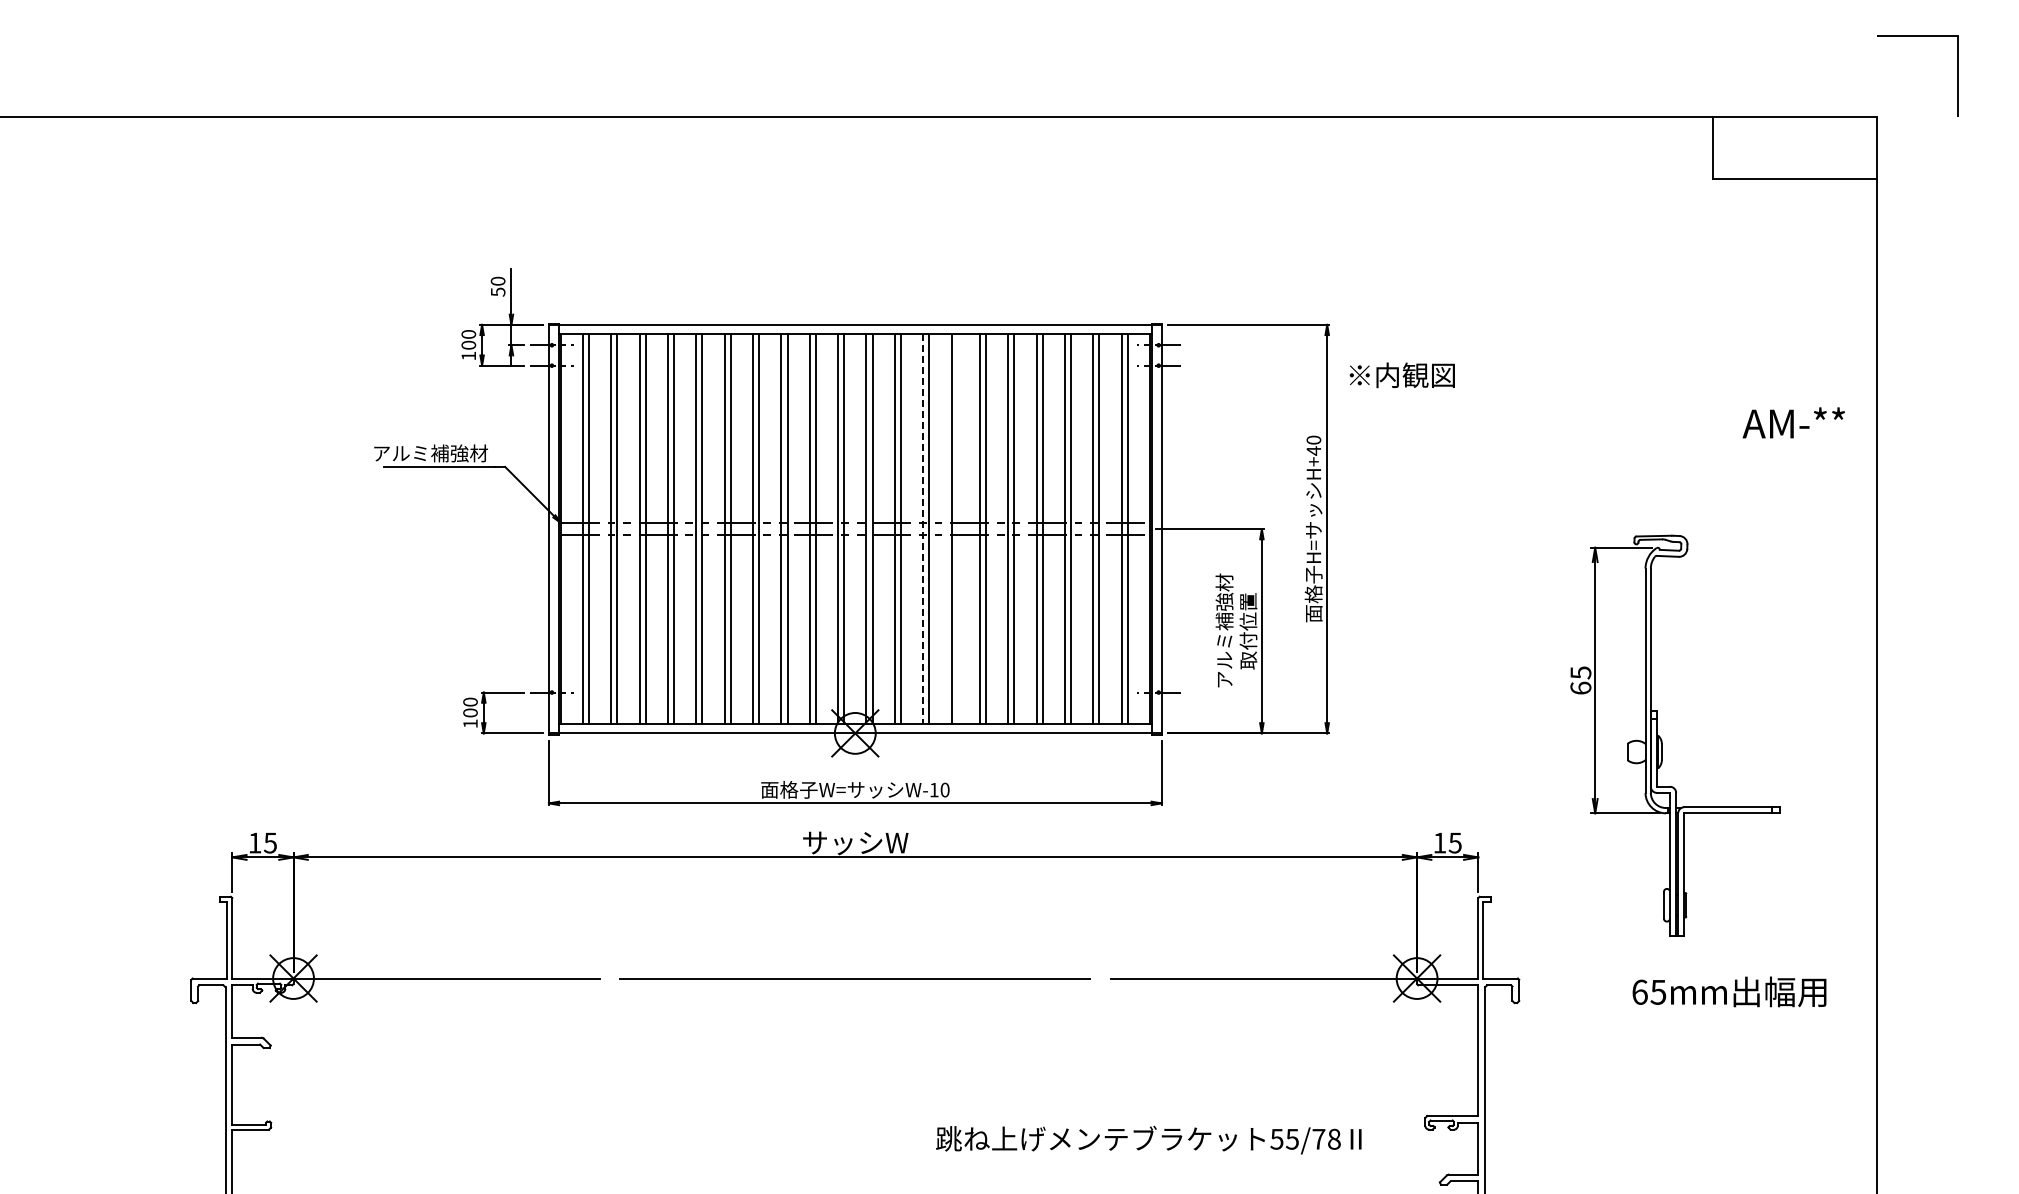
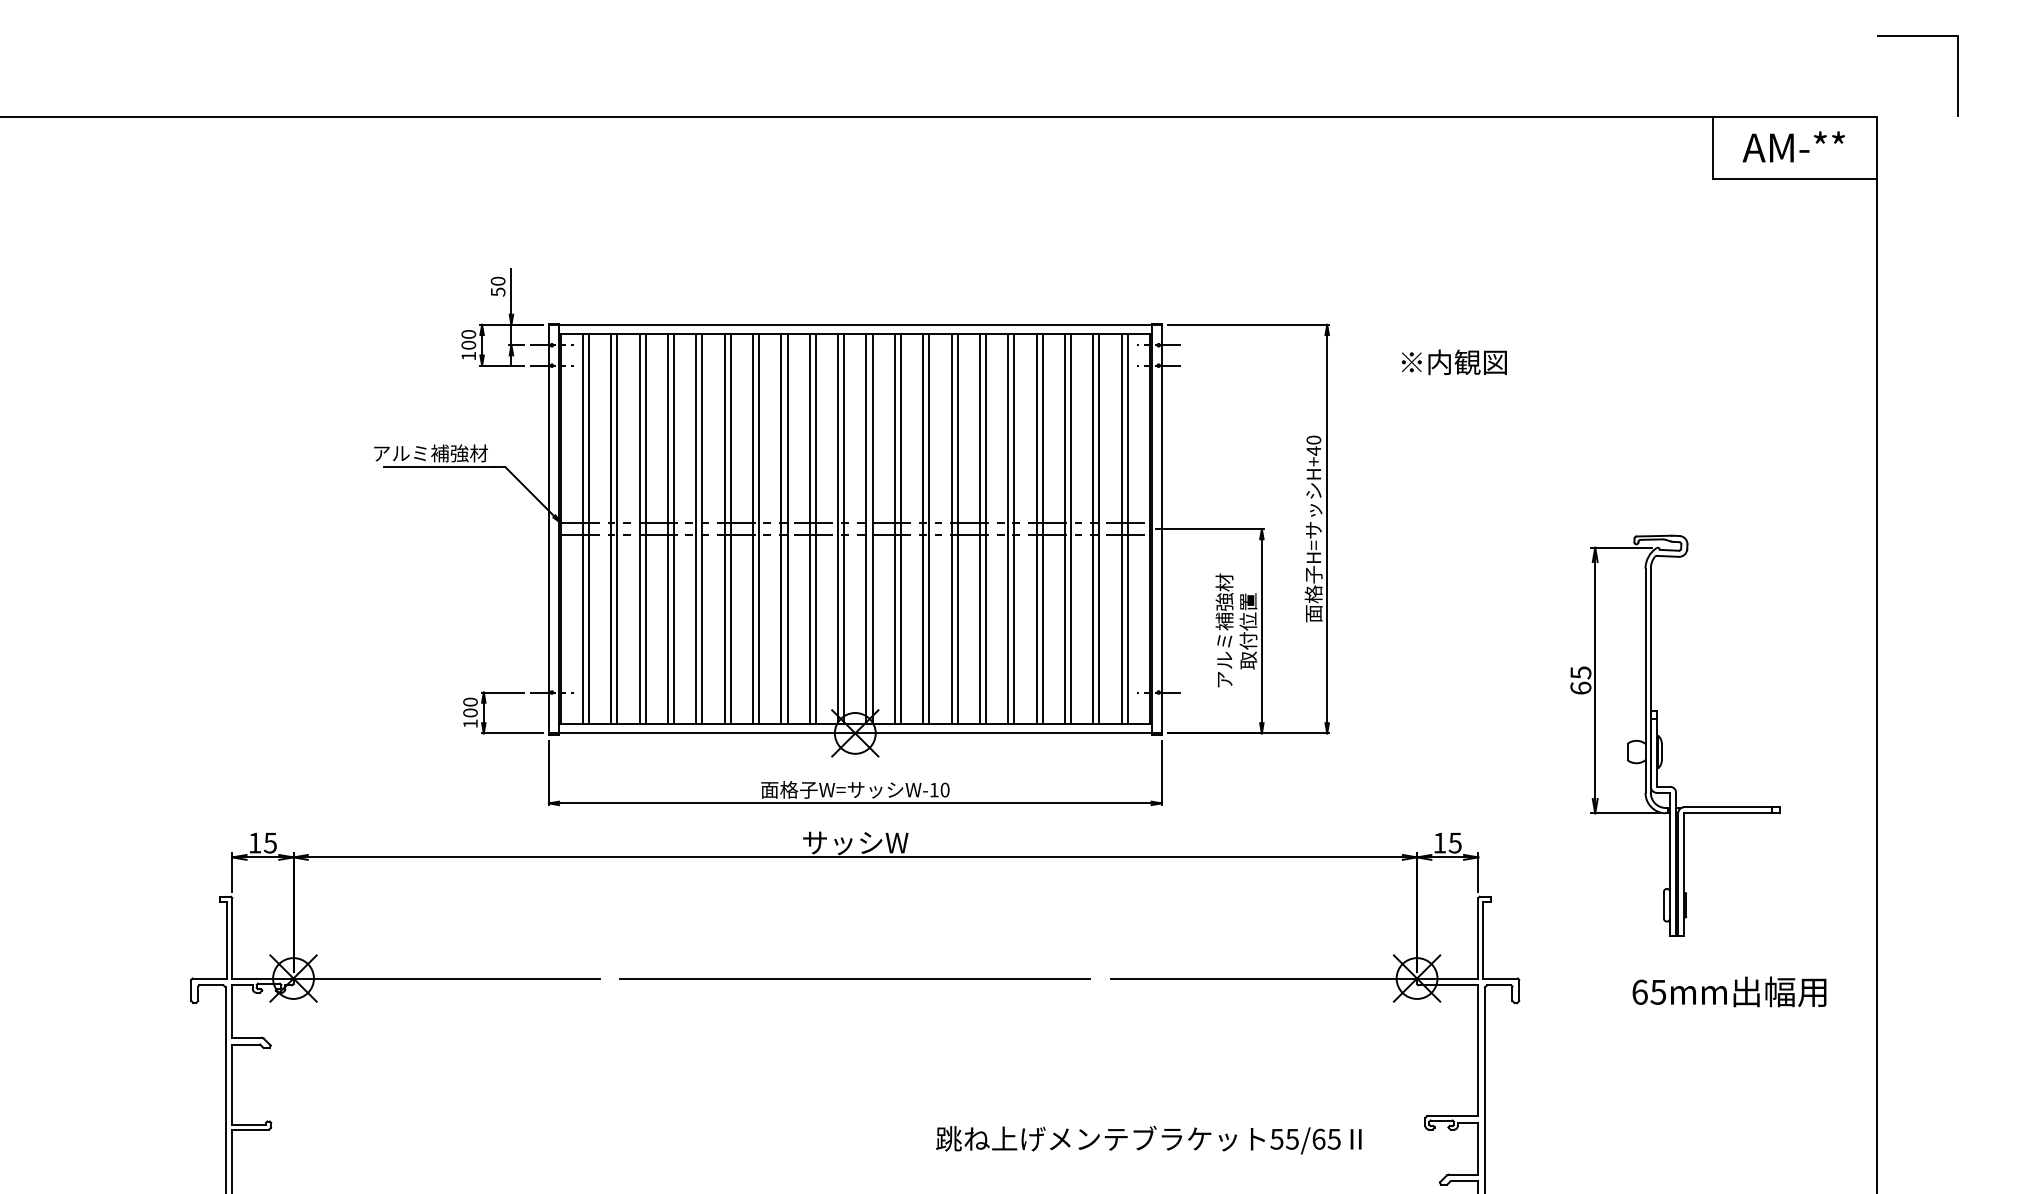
text at (1401, 375) position: (1401, 375) -> (1453, 362)
text at (1793, 422) position: (1793, 422) -> (1793, 146)
line at (923, 529): dashed -> solid
line at (957, 529): none -> present
text at (1326, 1138): 55/78 -> 55/65
